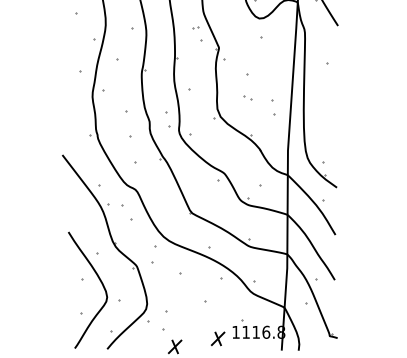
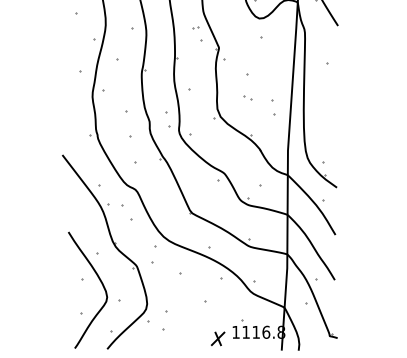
part at (174, 346): present -> none
